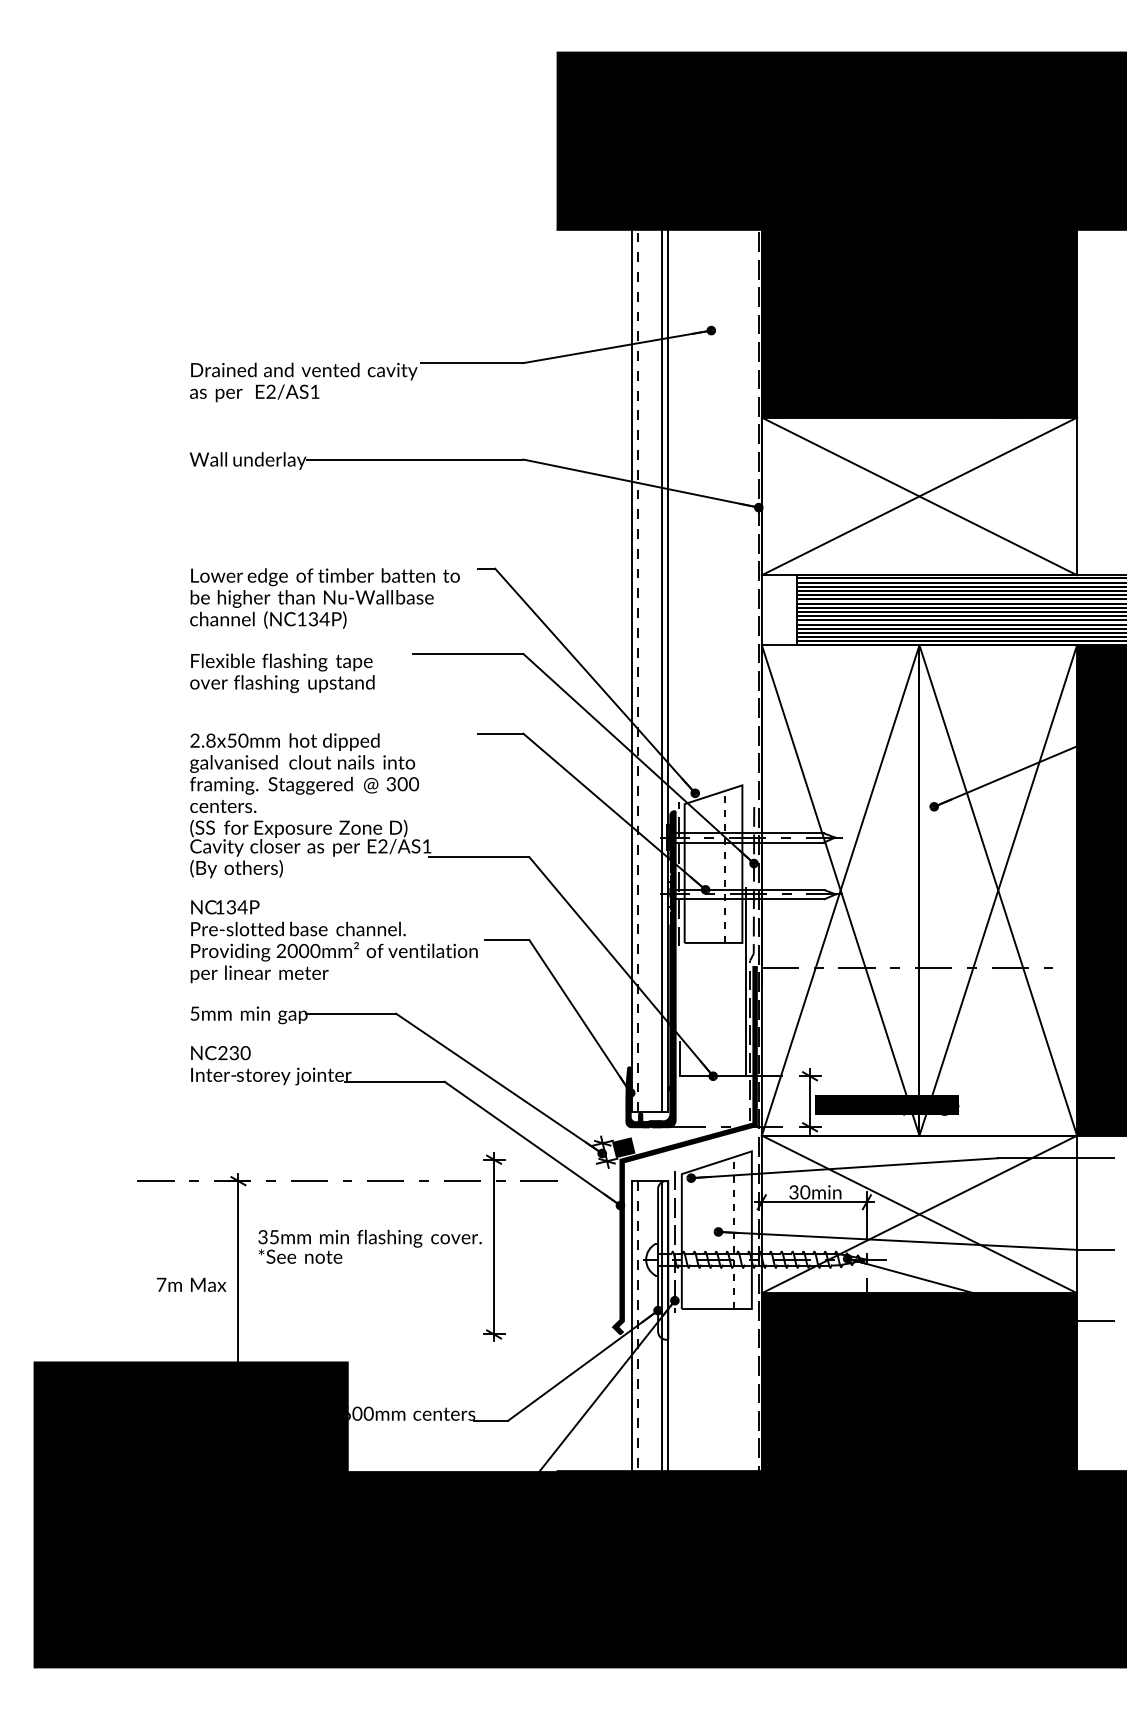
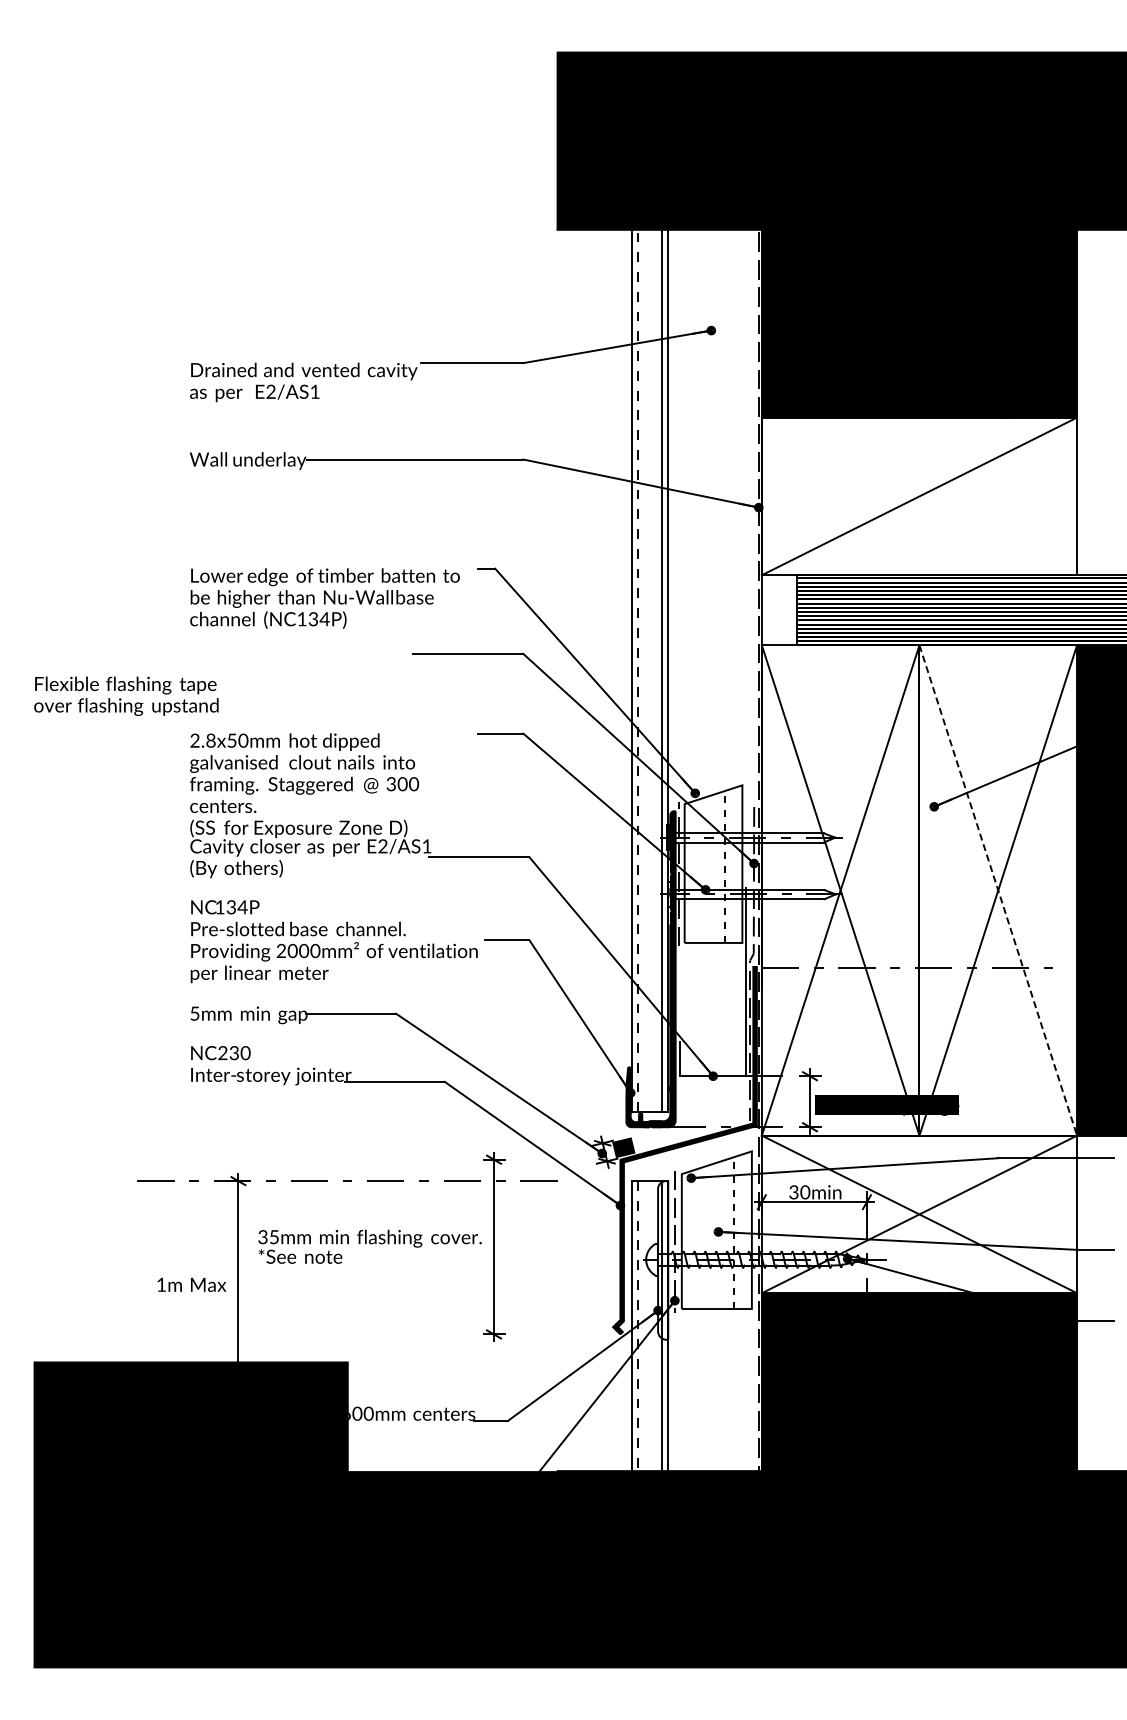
line at (919, 496): present -> none
text at (282, 672) position: (282, 672) -> (126, 695)
line at (998, 890): solid -> dashed
text at (161, 1284): 7m -> 1m
